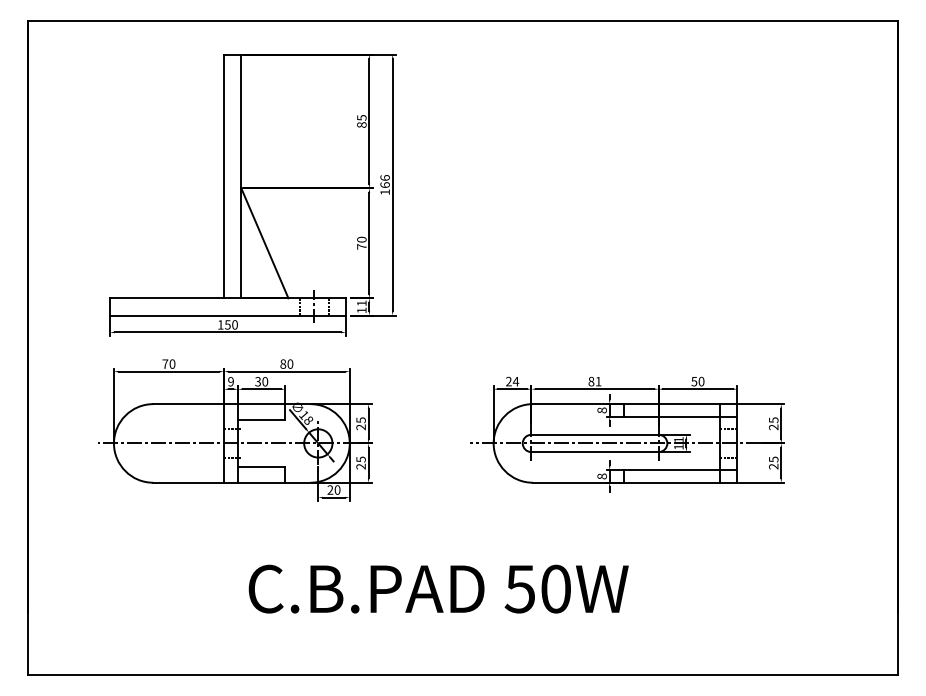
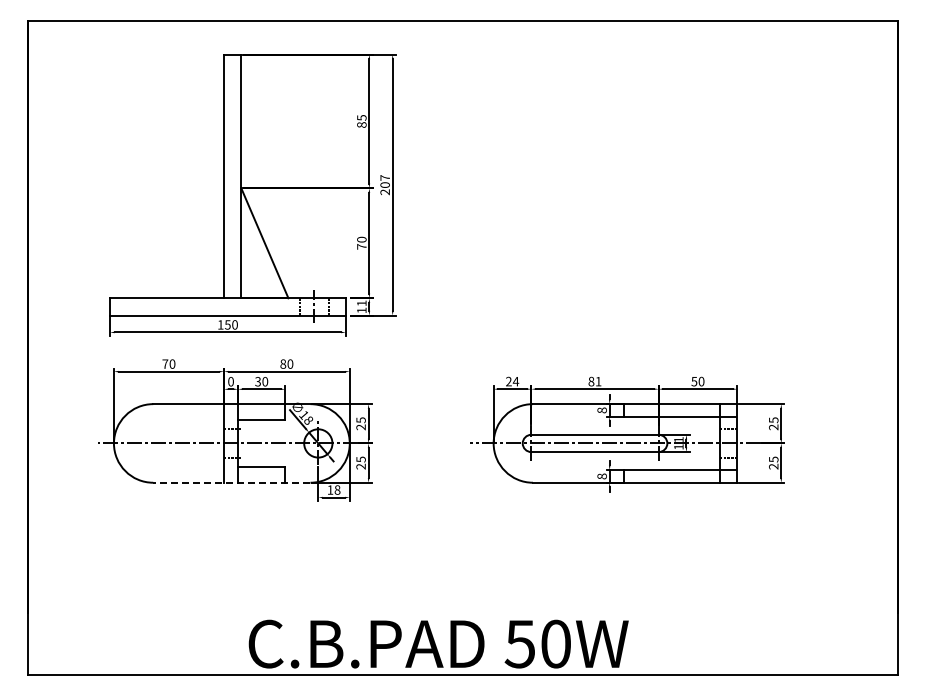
text at (384, 185): 166 -> 207
text at (230, 381): 9 -> 0
line at (231, 482): solid -> dashed
text at (333, 489): 20 -> 18
text at (438, 588) position: (438, 588) -> (438, 643)
